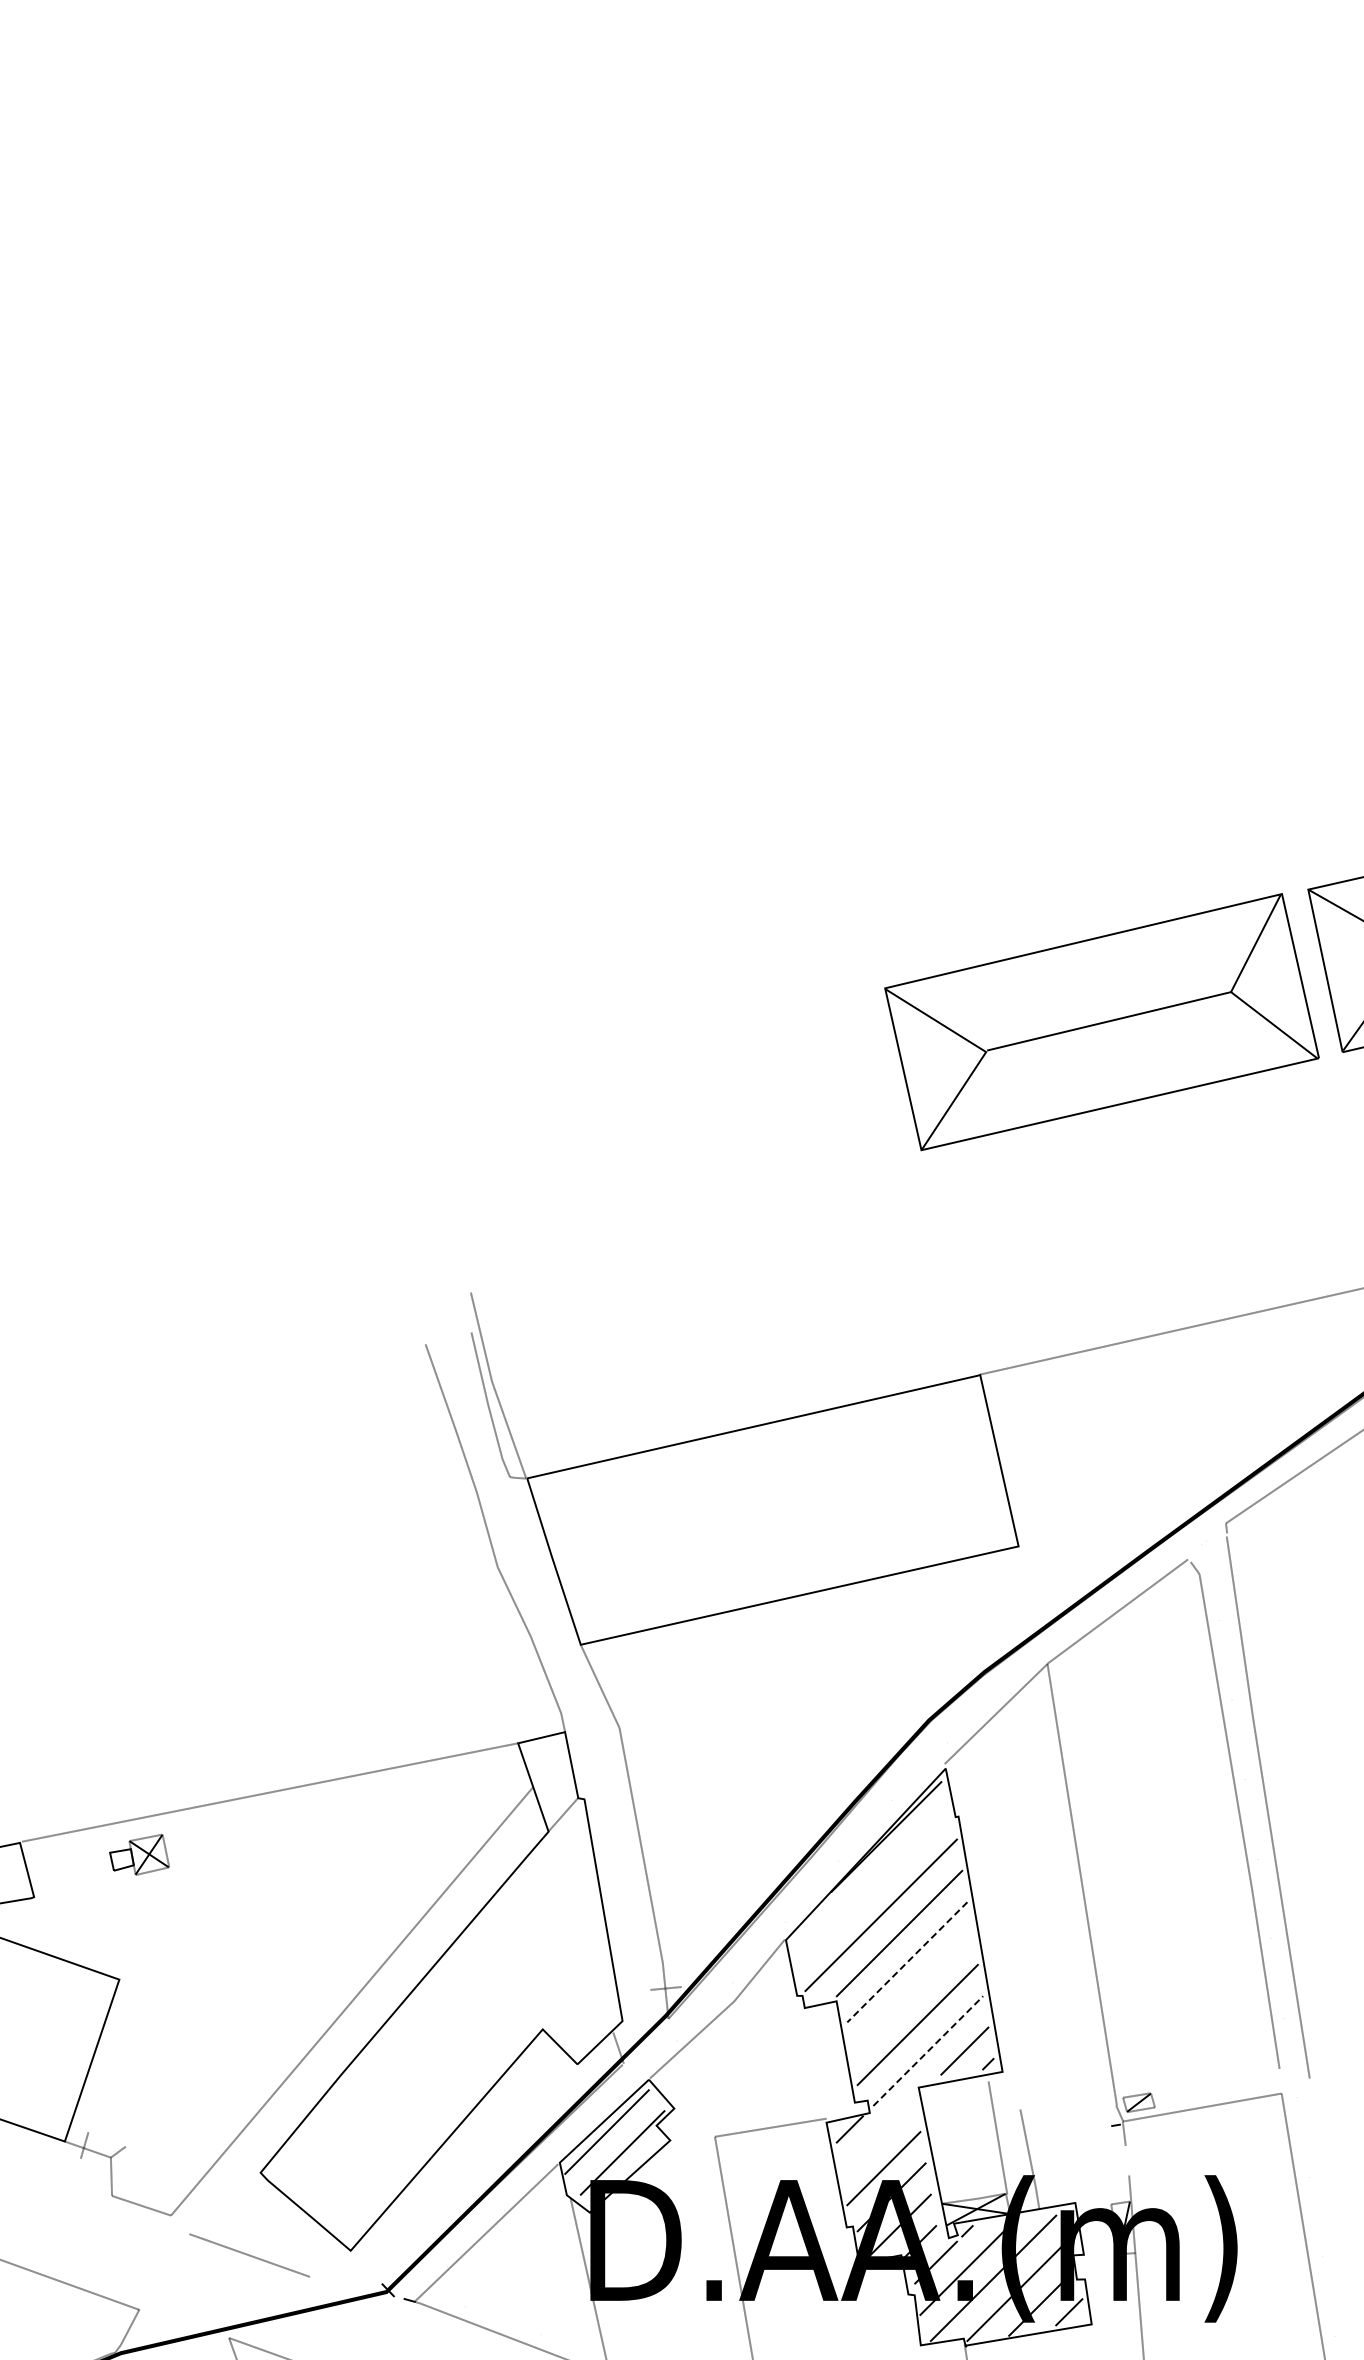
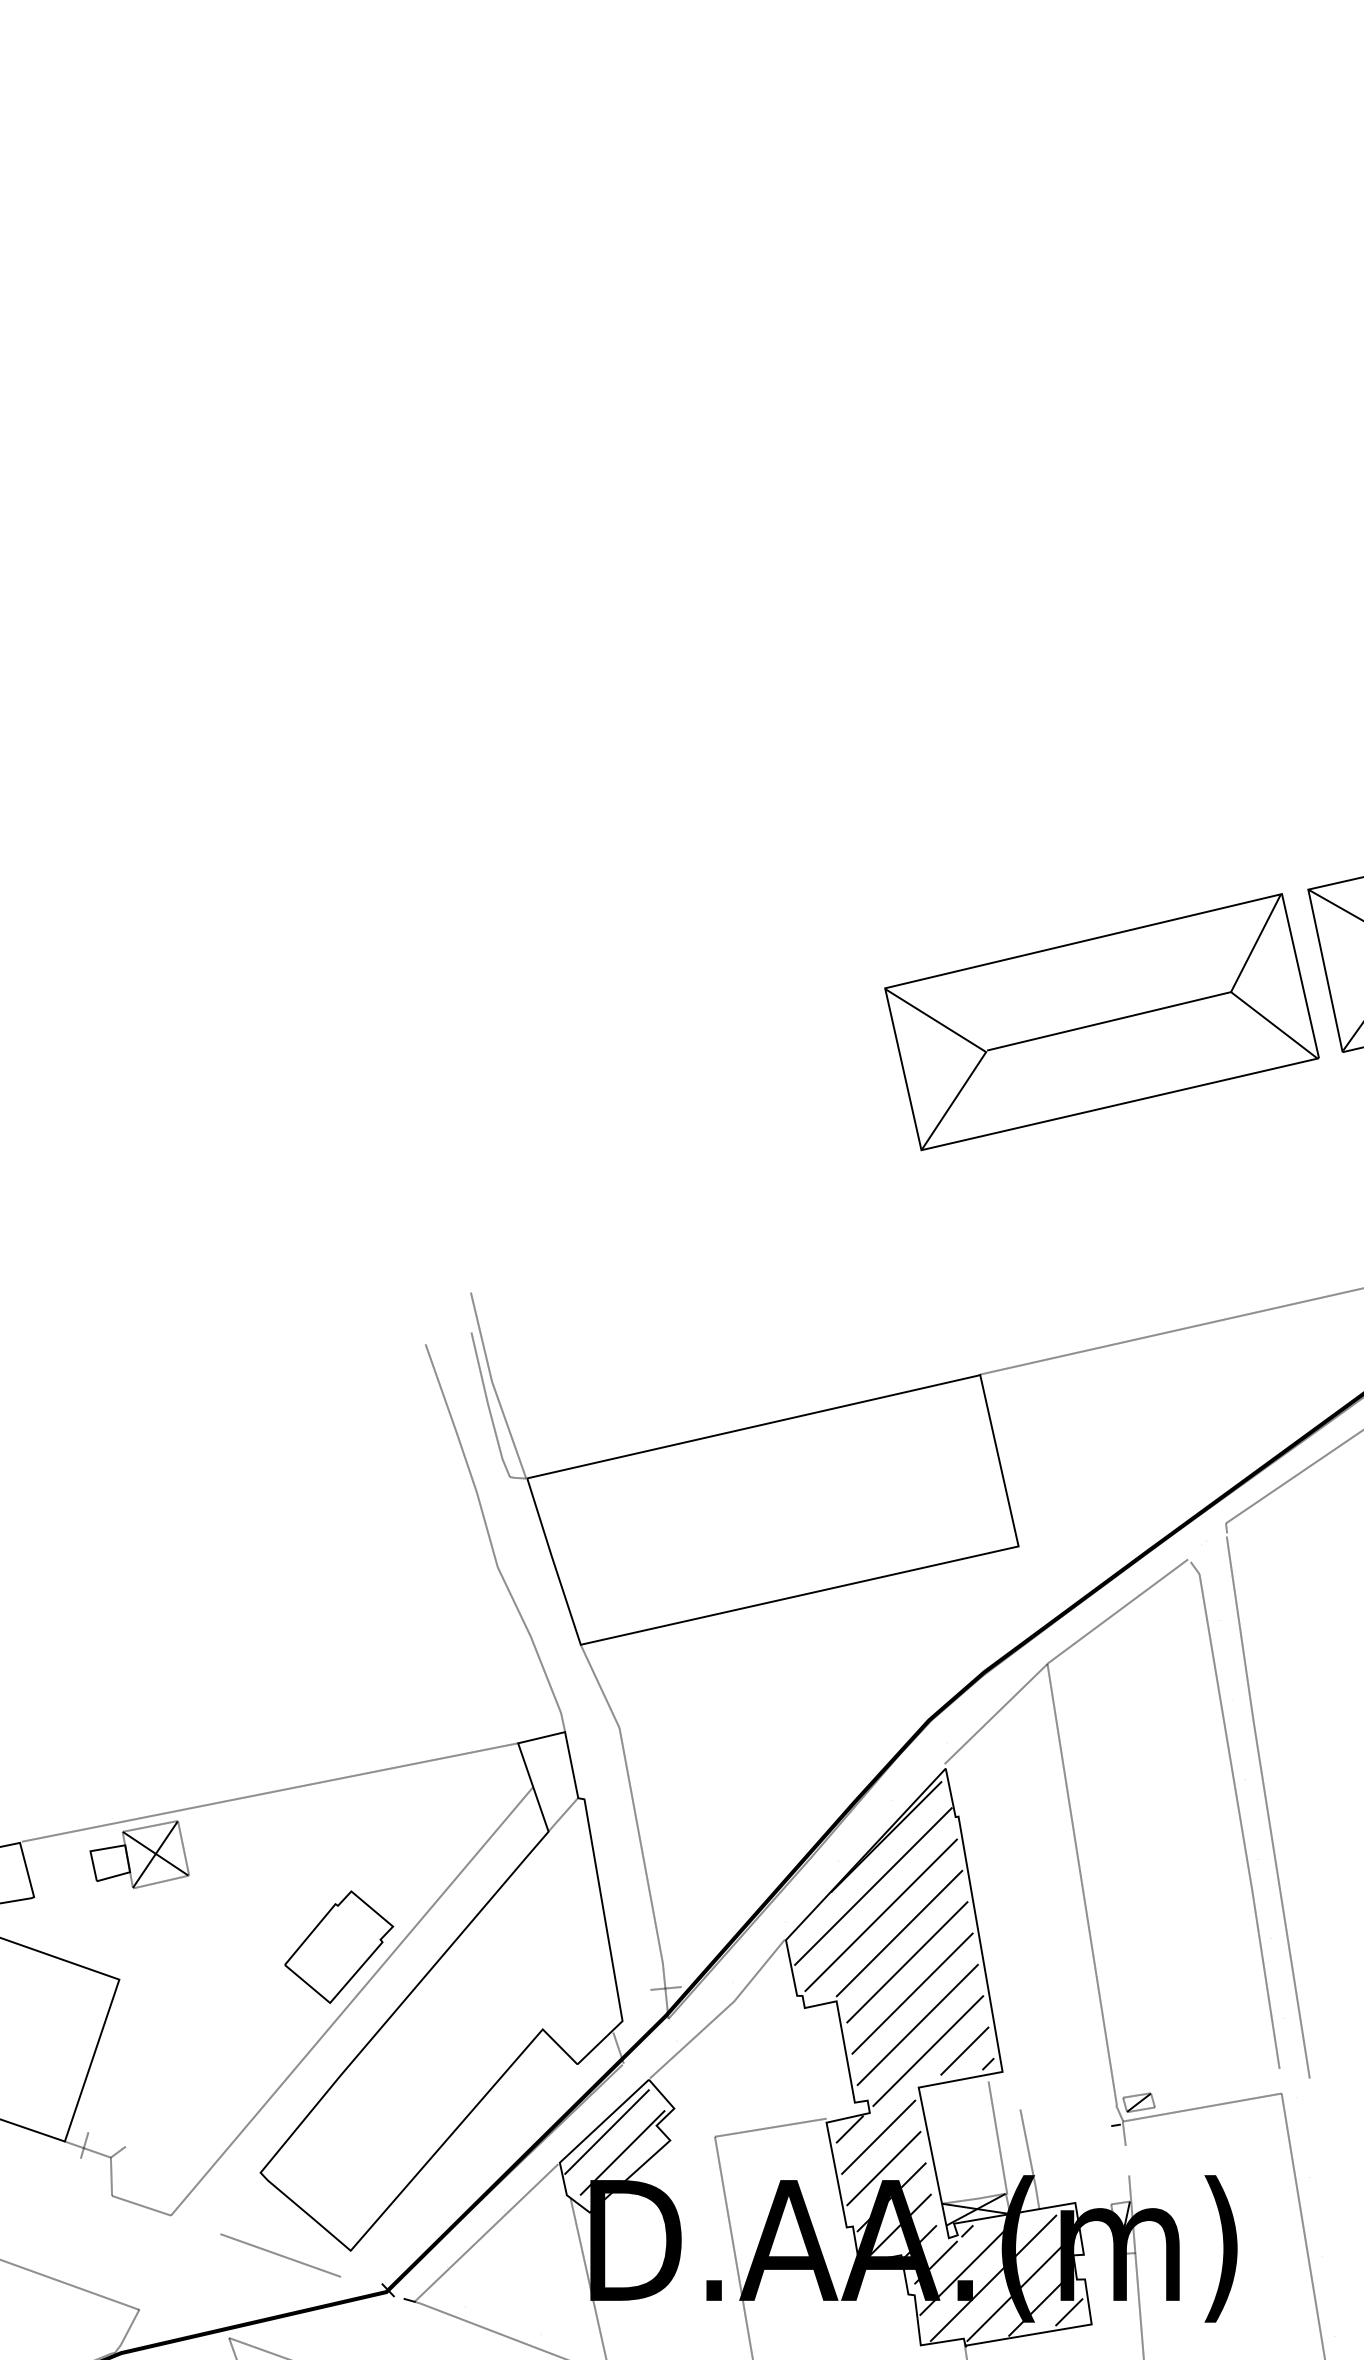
part at (139, 1854) size: 61x42 px -> 101x70 px
line at (873, 1886): none -> present
part at (339, 1946): none -> present
line at (907, 1962): dashed -> solid
line at (912, 1993): none -> present
line at (928, 2051): dashed -> solid
line at (878, 2136): none -> present
line at (249, 2255) position: (249, 2255) -> (280, 2255)
